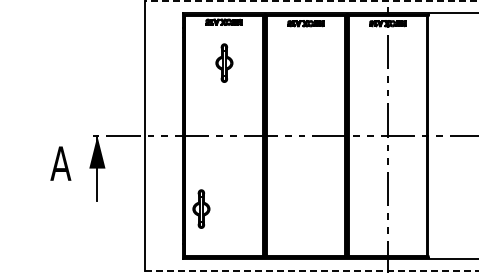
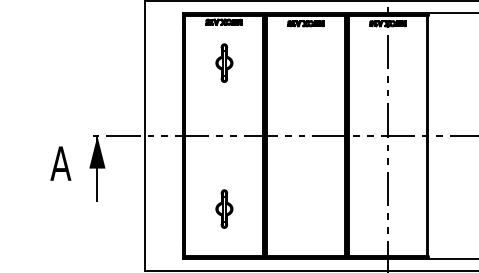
line at (311, 1): dashed -> solid
part at (201, 208) position: (201, 208) -> (224, 208)
line at (311, 271): dashed -> solid
